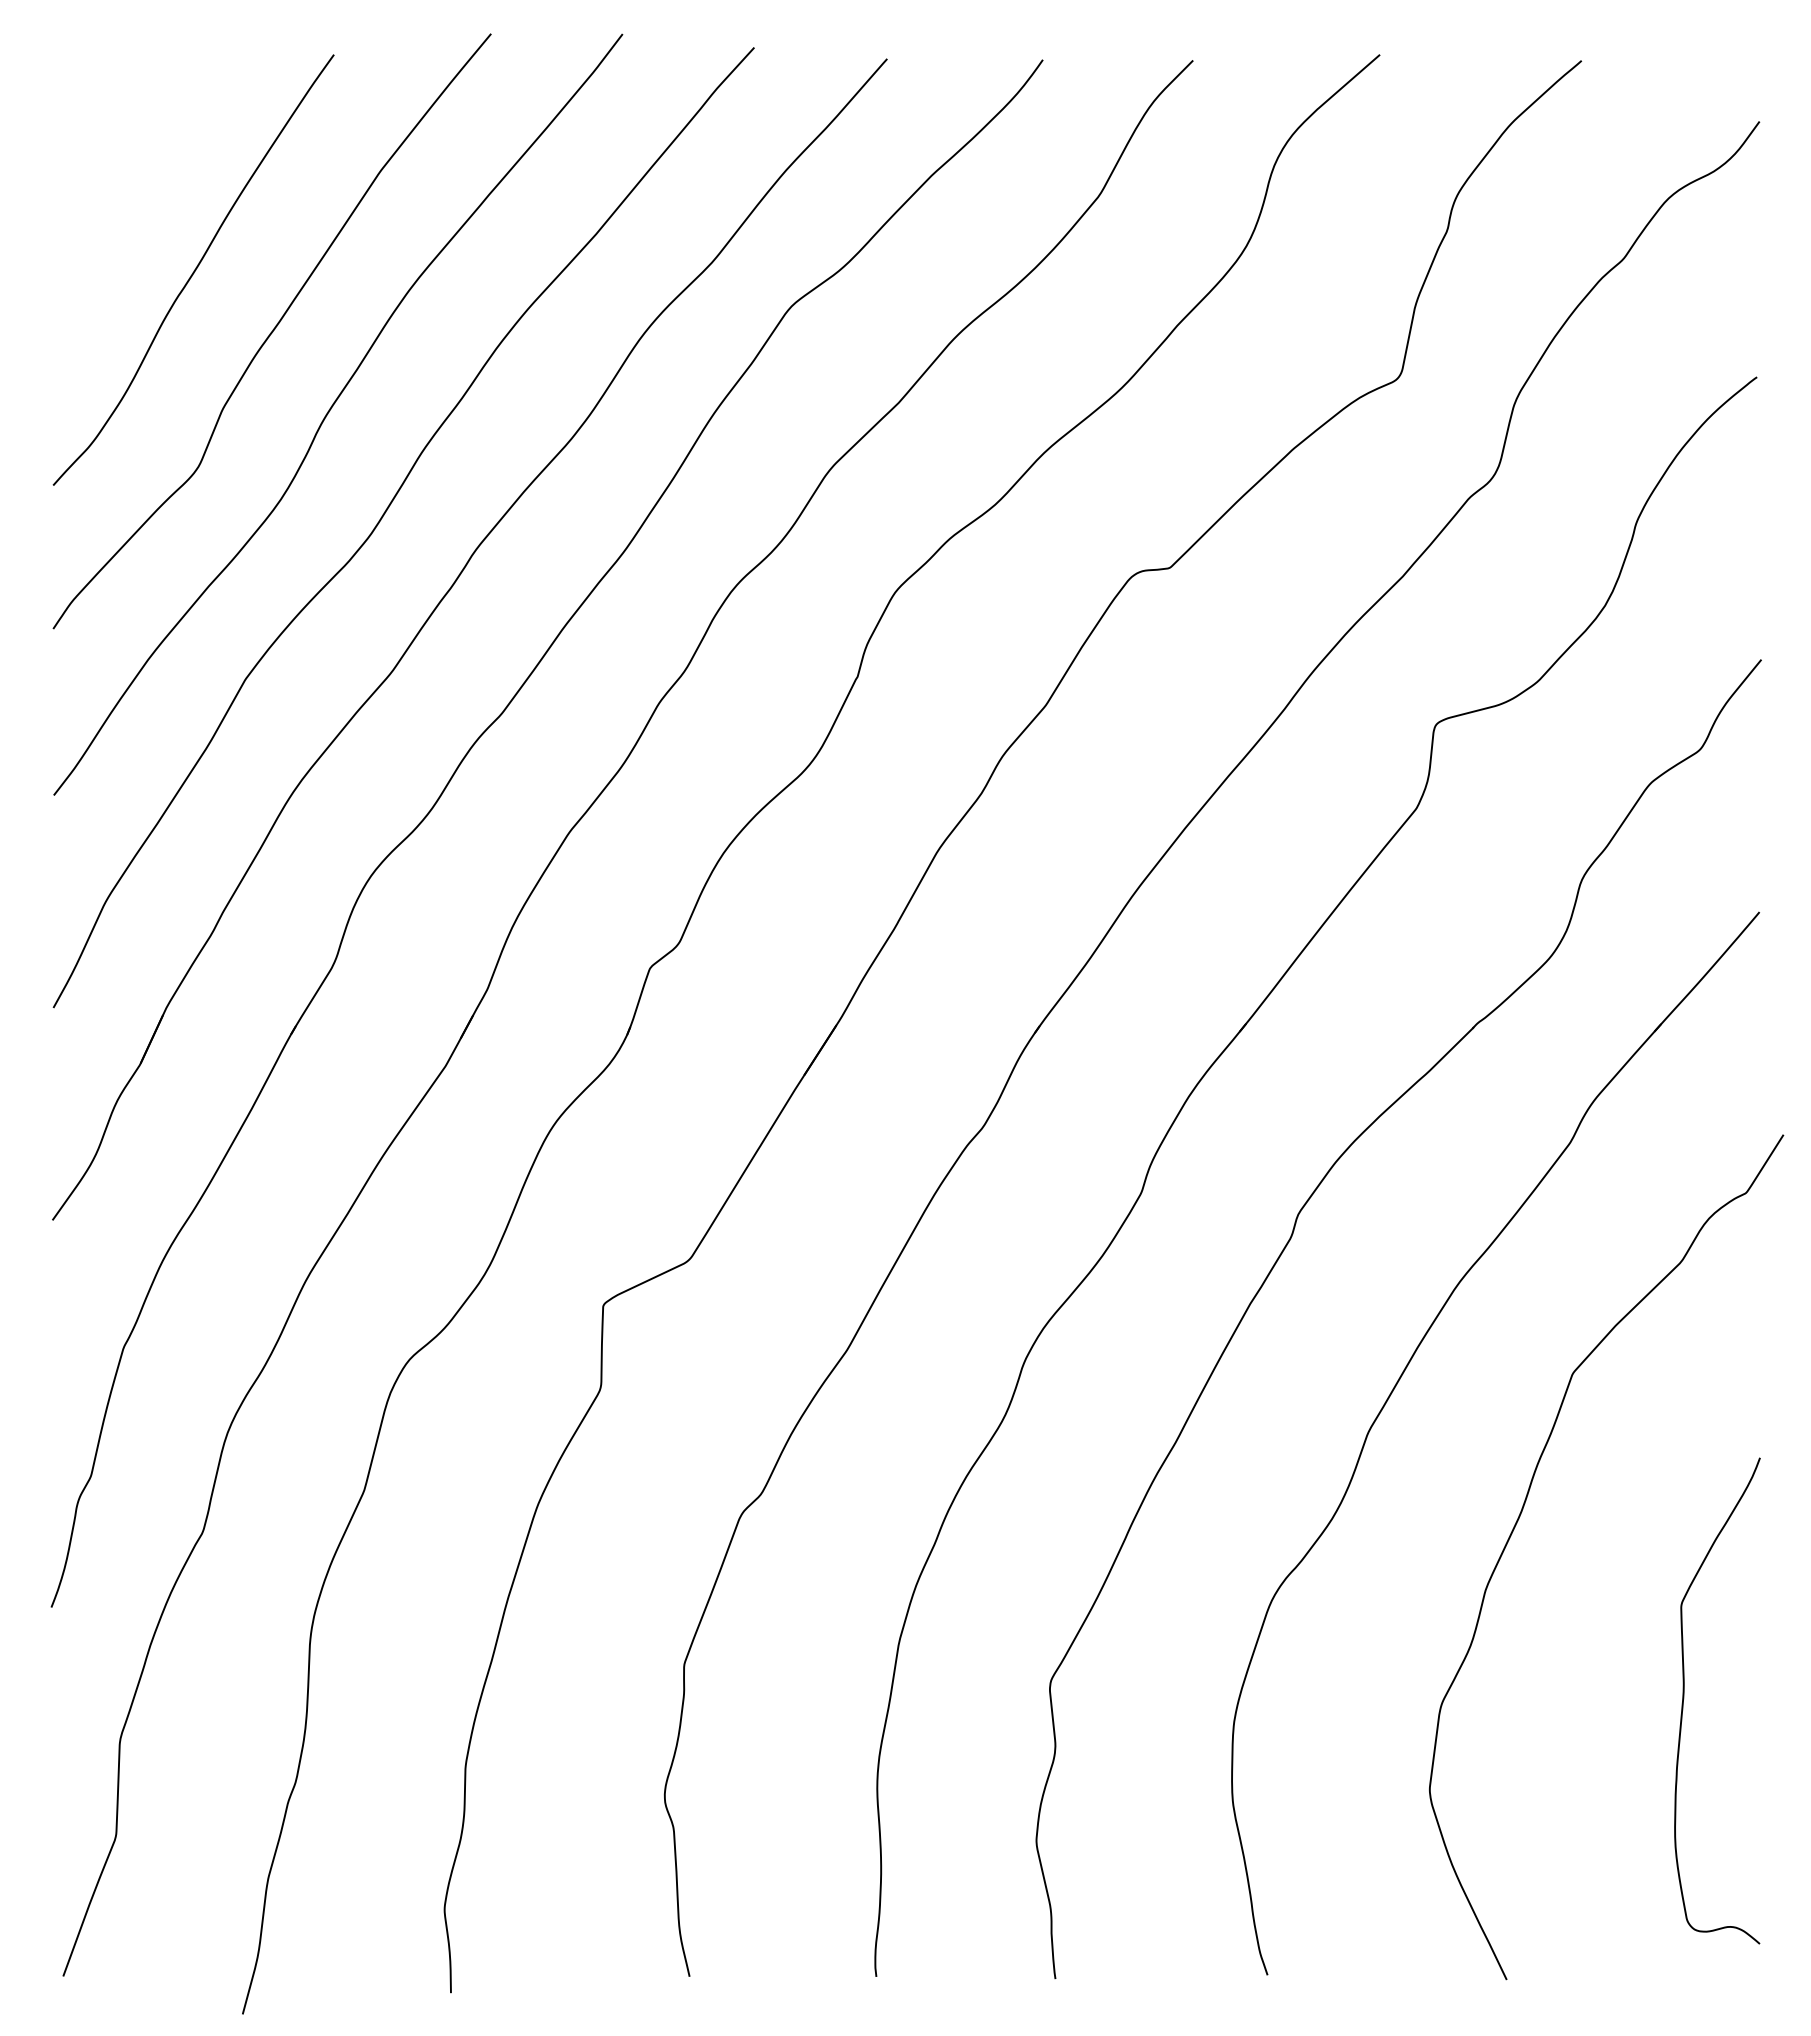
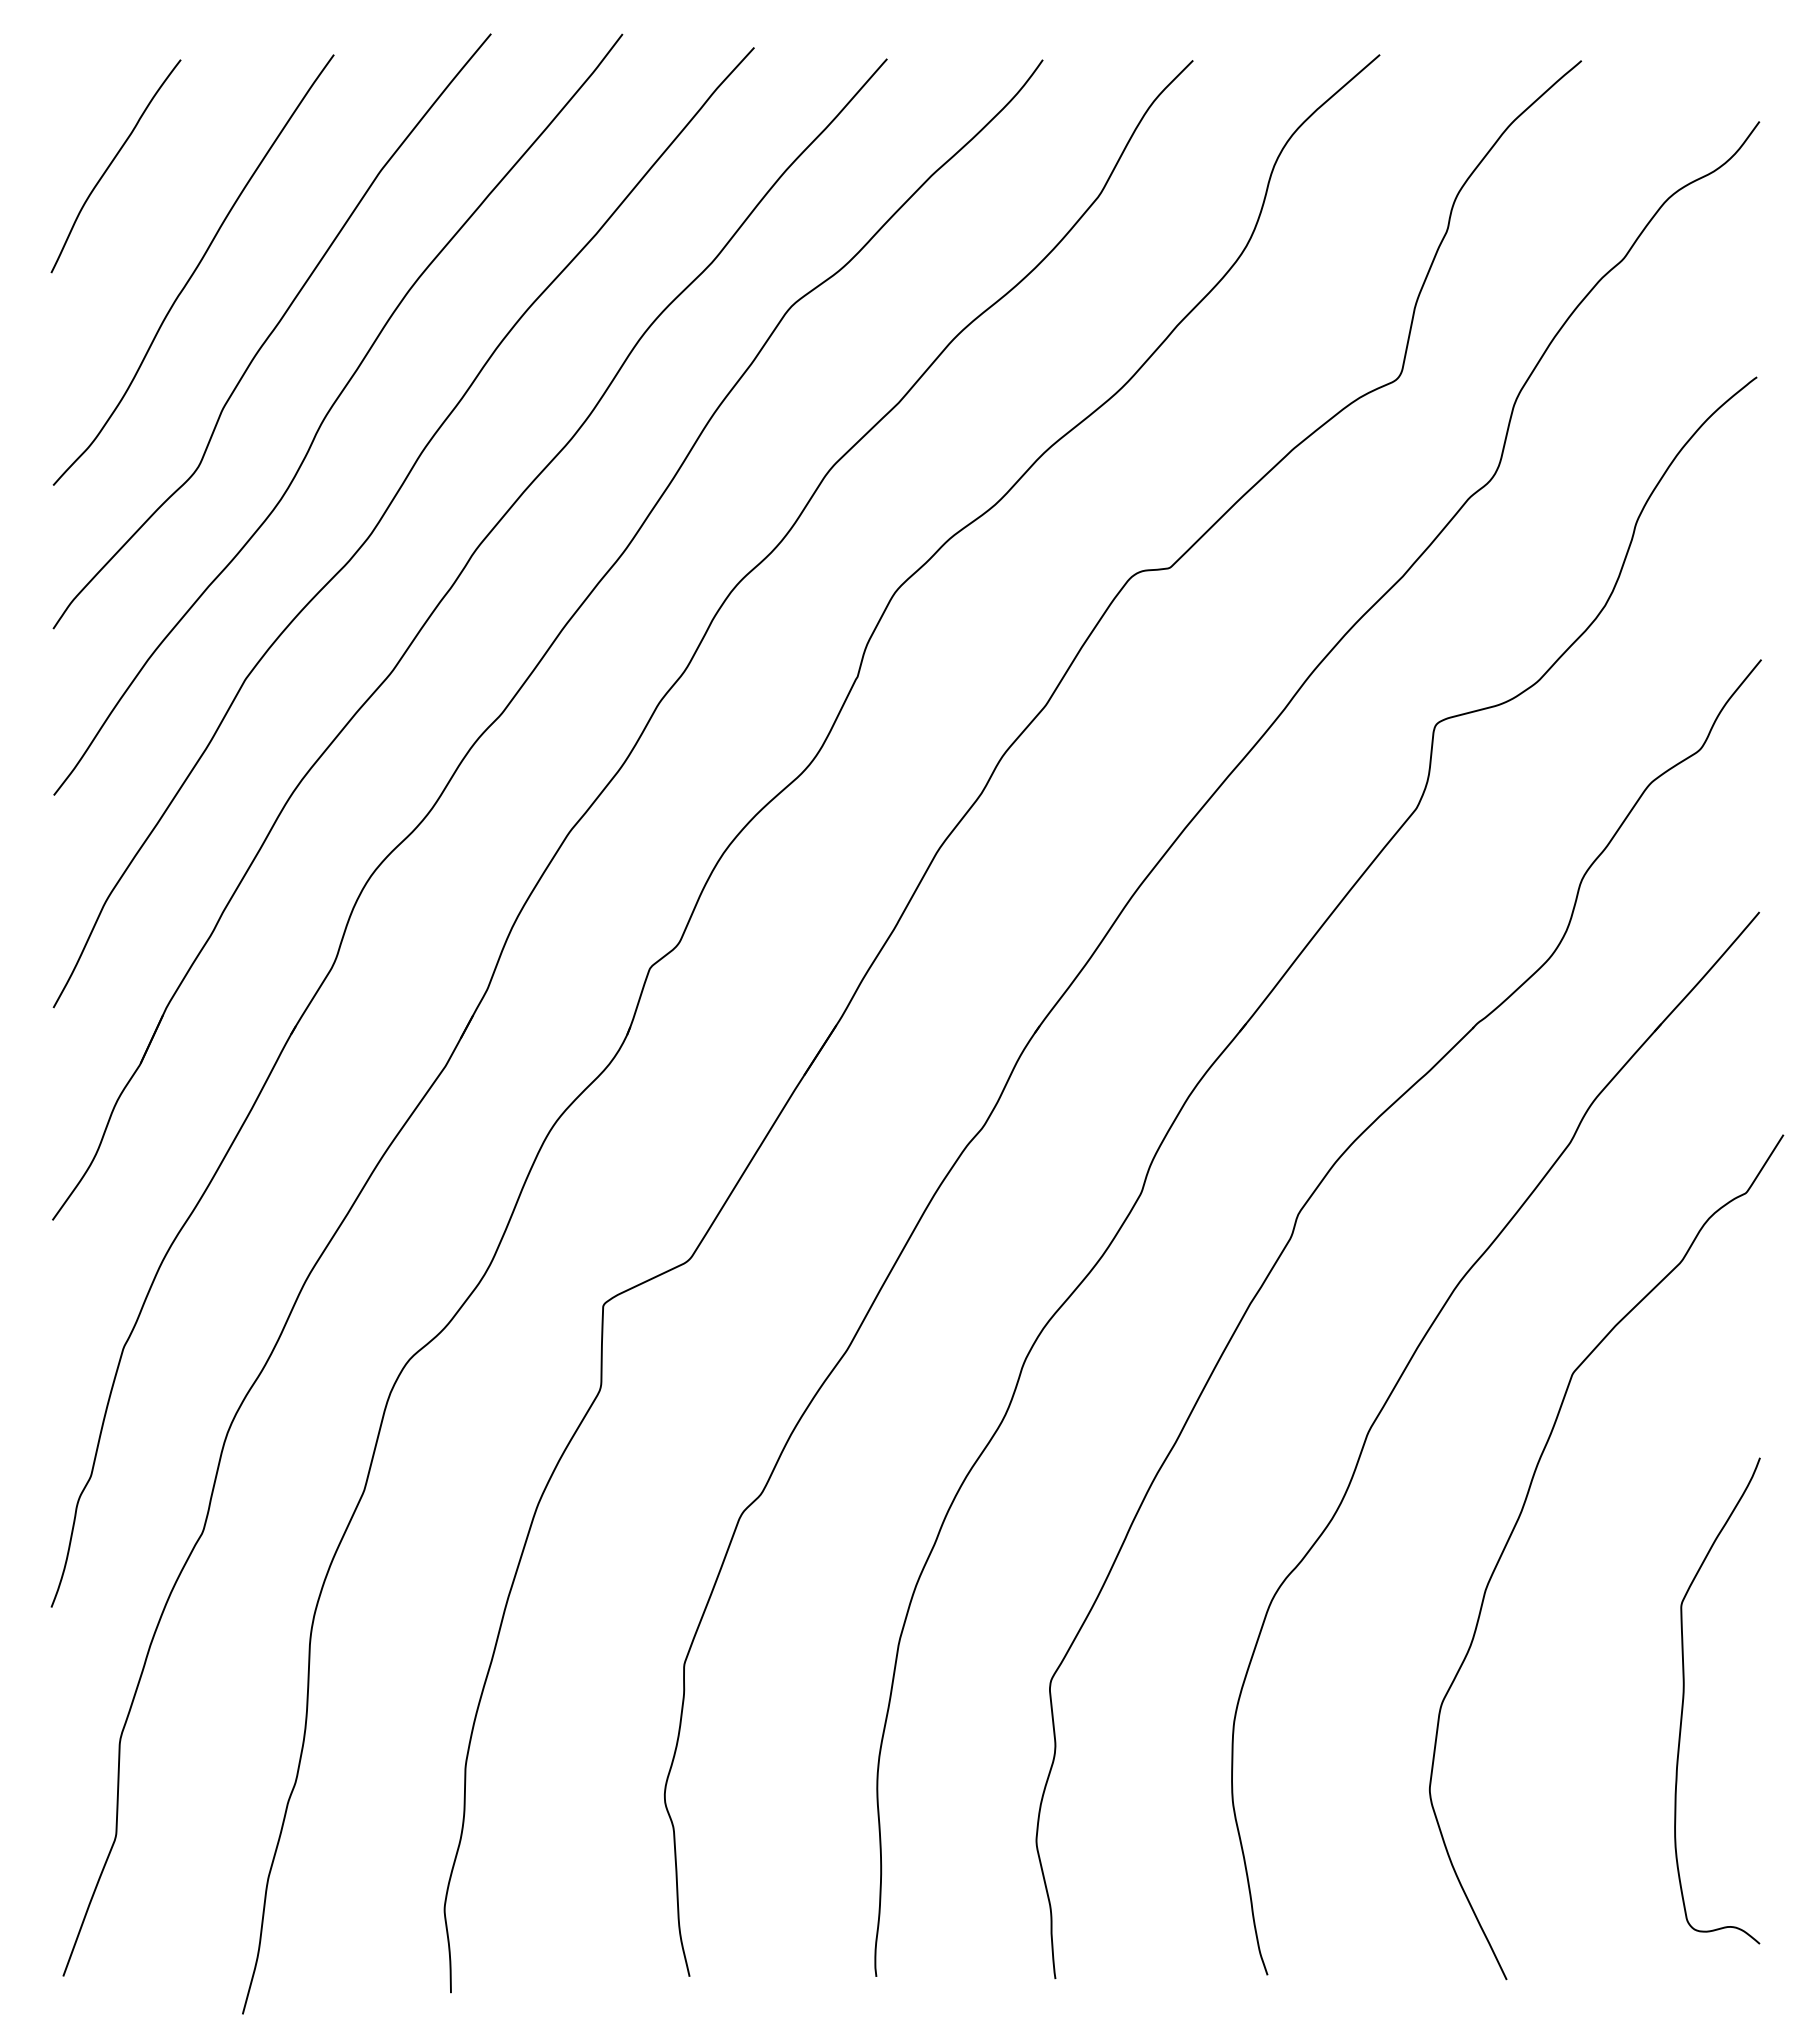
curve at (112, 163): none -> present
